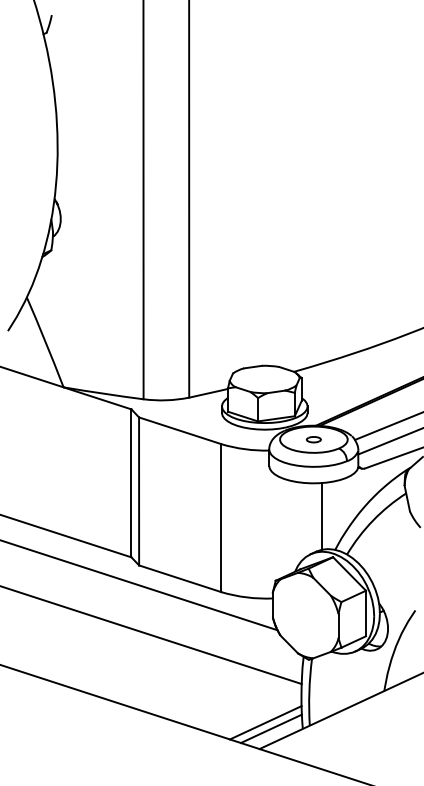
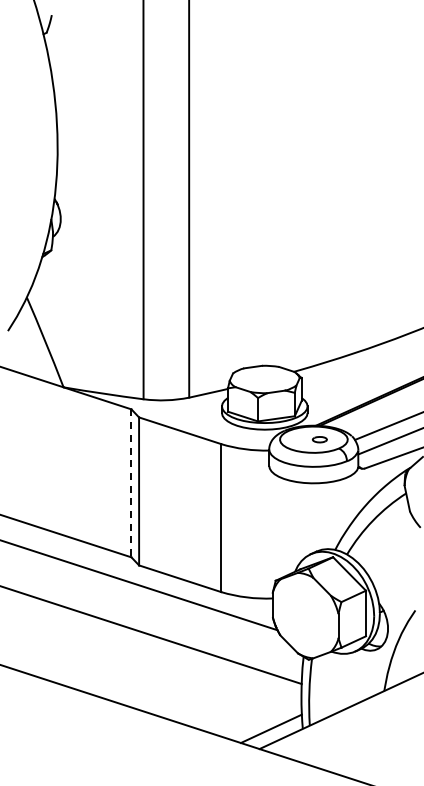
part at (313, 439) position: (313, 439) -> (319, 439)
line at (131, 483): solid -> dashed
line at (321, 516): present -> none
line at (265, 722): present -> none
